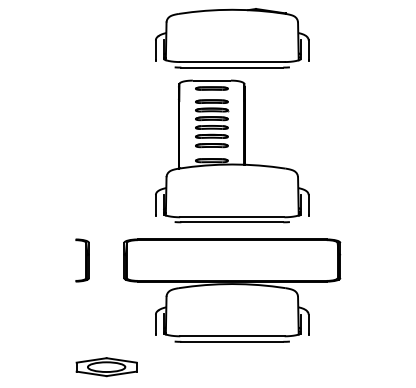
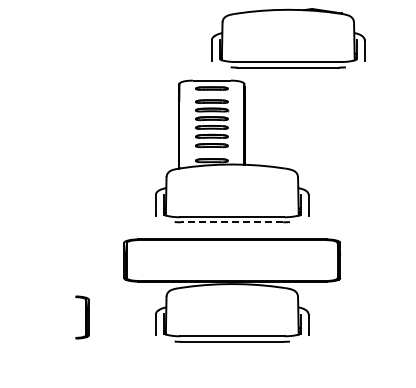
part at (232, 38) position: (232, 38) -> (288, 38)
line at (232, 222): solid -> dashed
part at (82, 260) position: (82, 260) -> (82, 317)
part at (106, 367): present -> none
